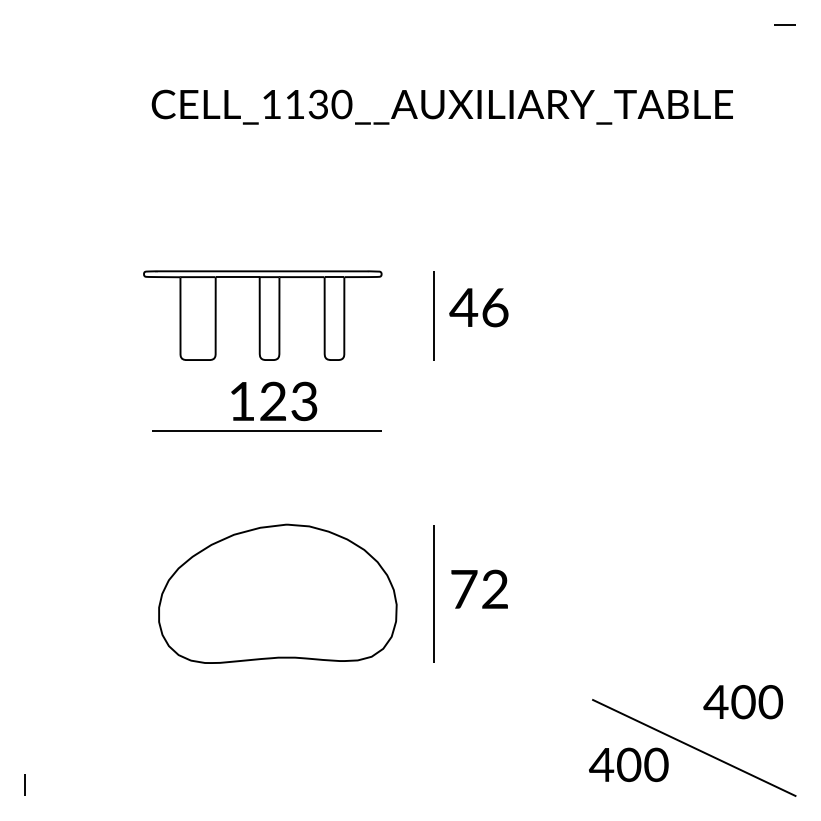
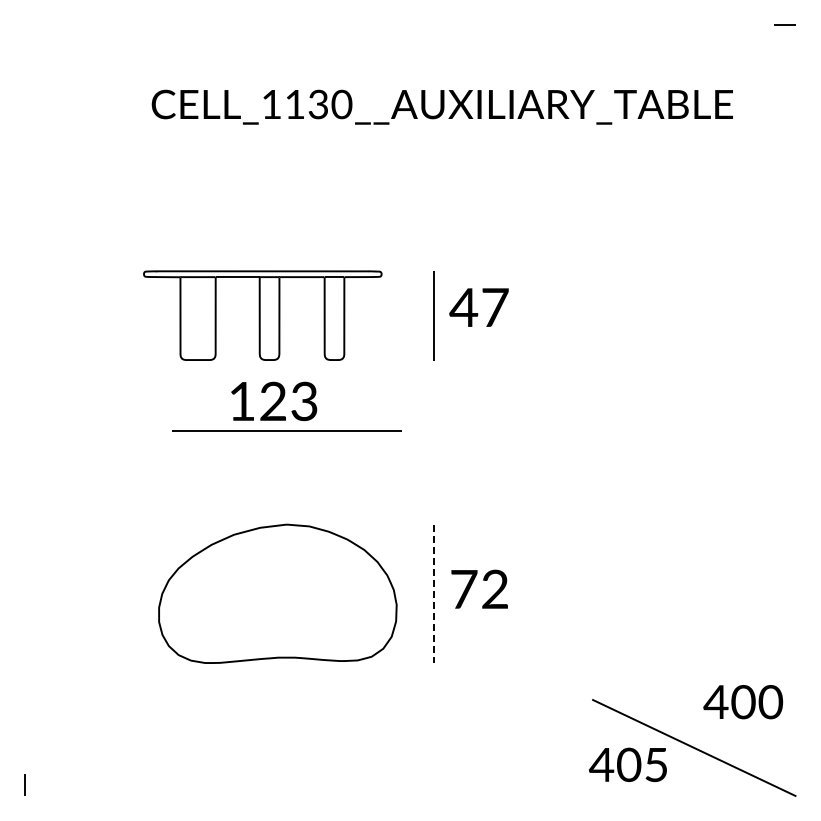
text at (495, 307): 46 -> 47
line at (266, 430) position: (266, 430) -> (286, 430)
line at (433, 594): solid -> dashed
text at (656, 764): 400 -> 405
